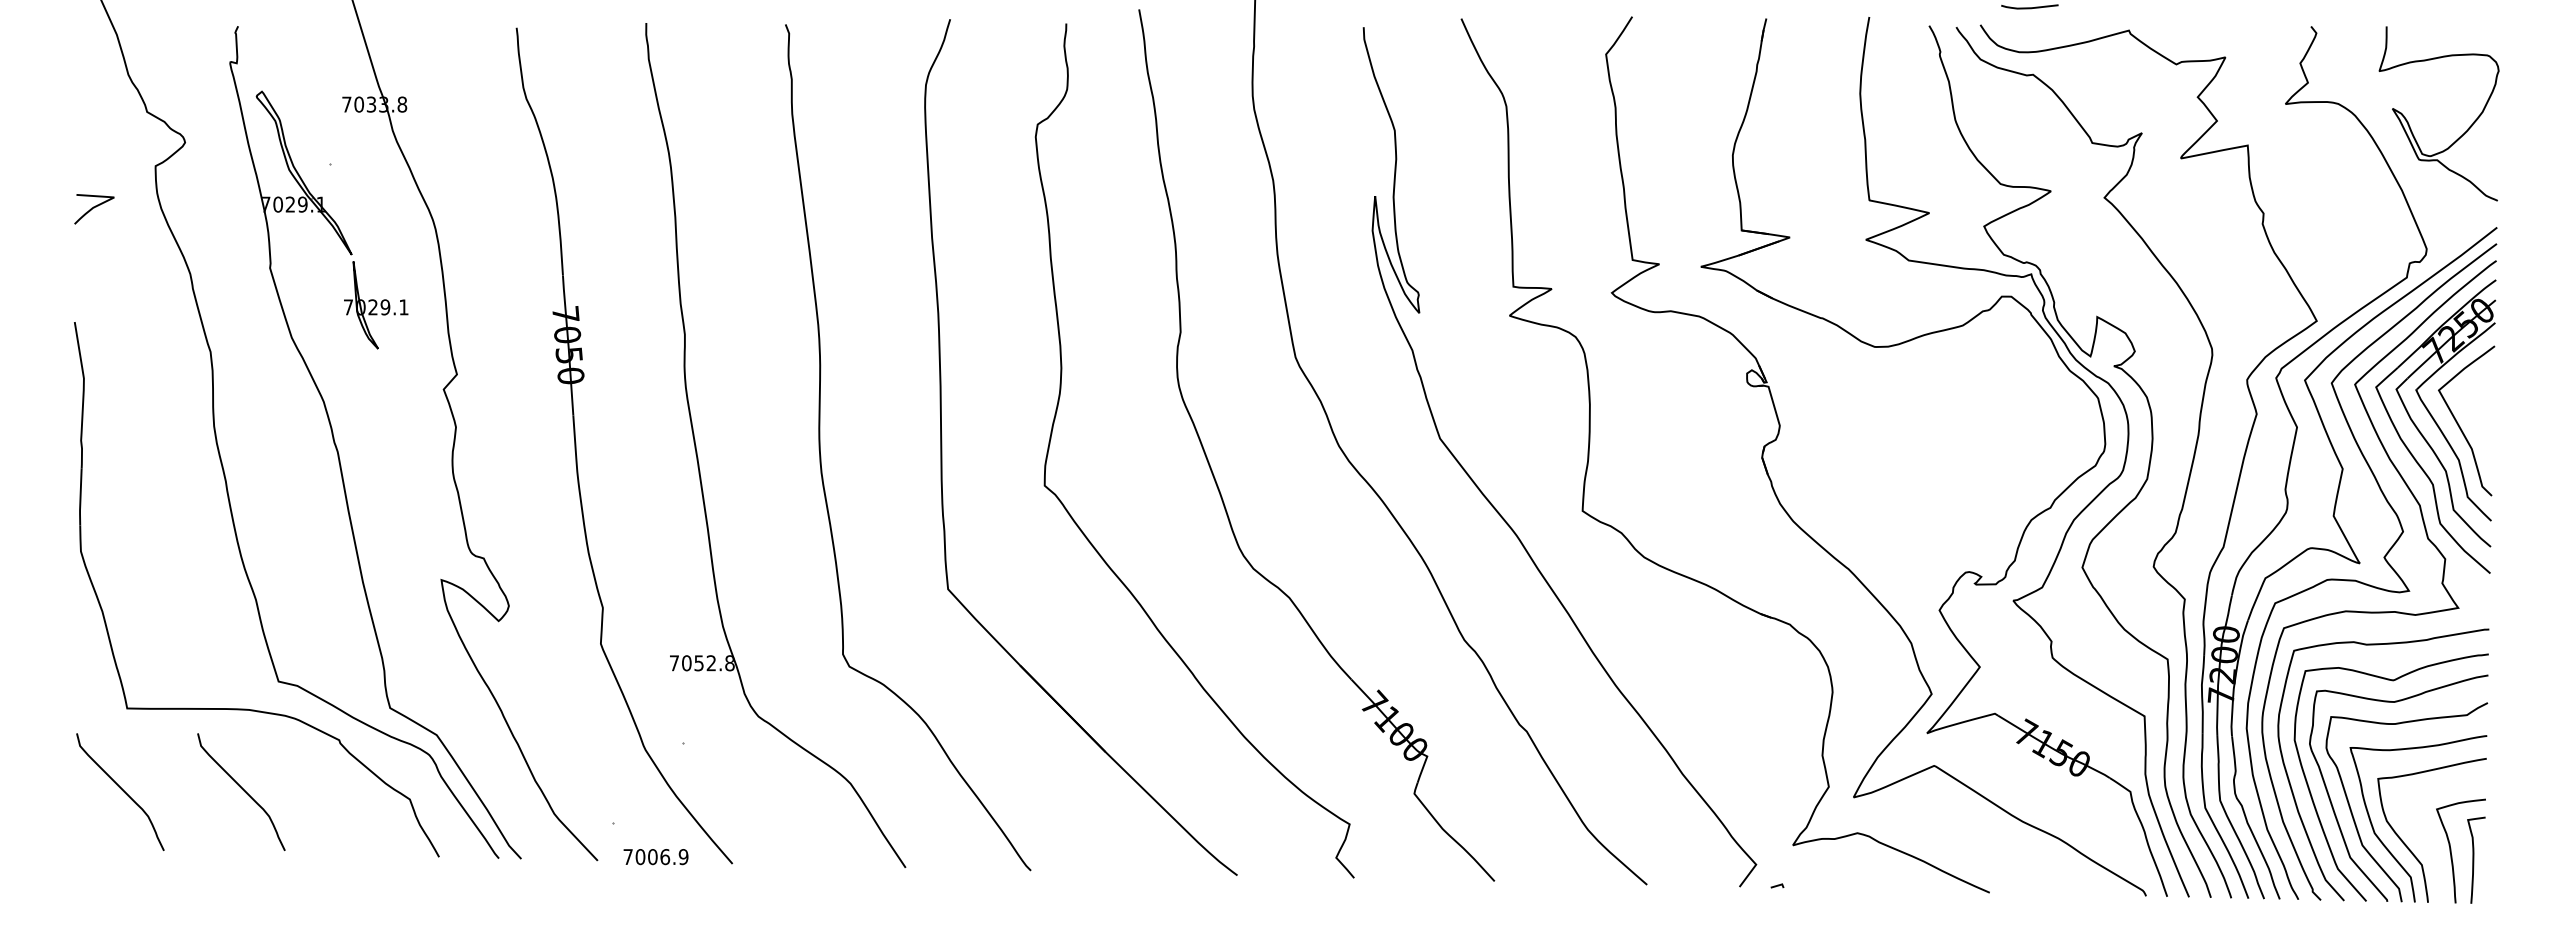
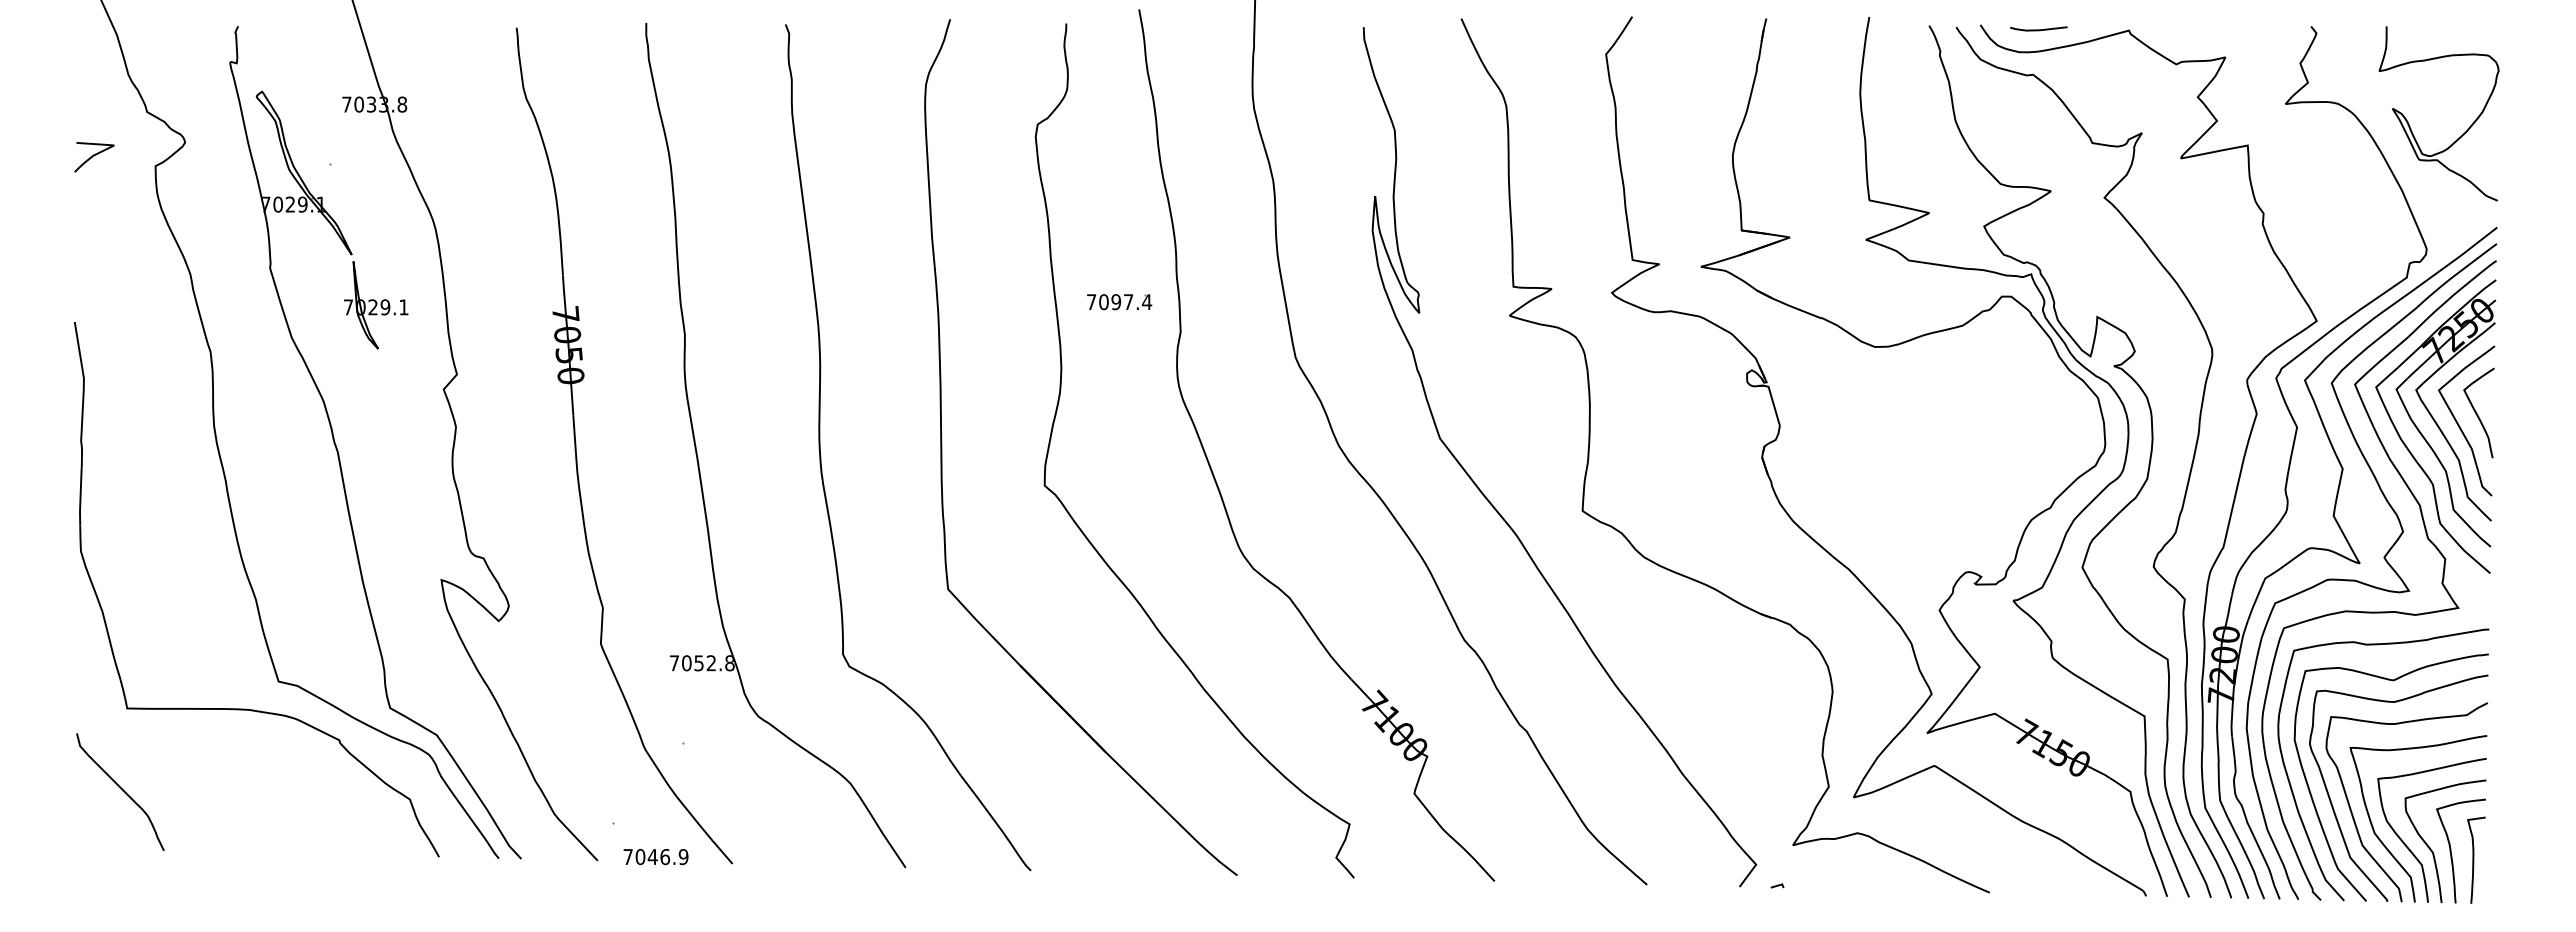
curve at (2029, 7) position: (2029, 7) -> (2038, 29)
curve at (94, 208) position: (94, 208) -> (94, 156)
part at (1119, 302): none -> present
curve at (2477, 413): none -> present
curve at (242, 790): present -> none
curve at (2433, 851): none -> present
text at (652, 857): 7006.9 -> 7046.9
